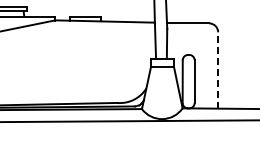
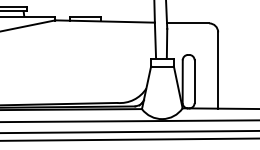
line at (218, 70): dashed -> solid
line at (129, 131): none -> present
line at (129, 139): none -> present
